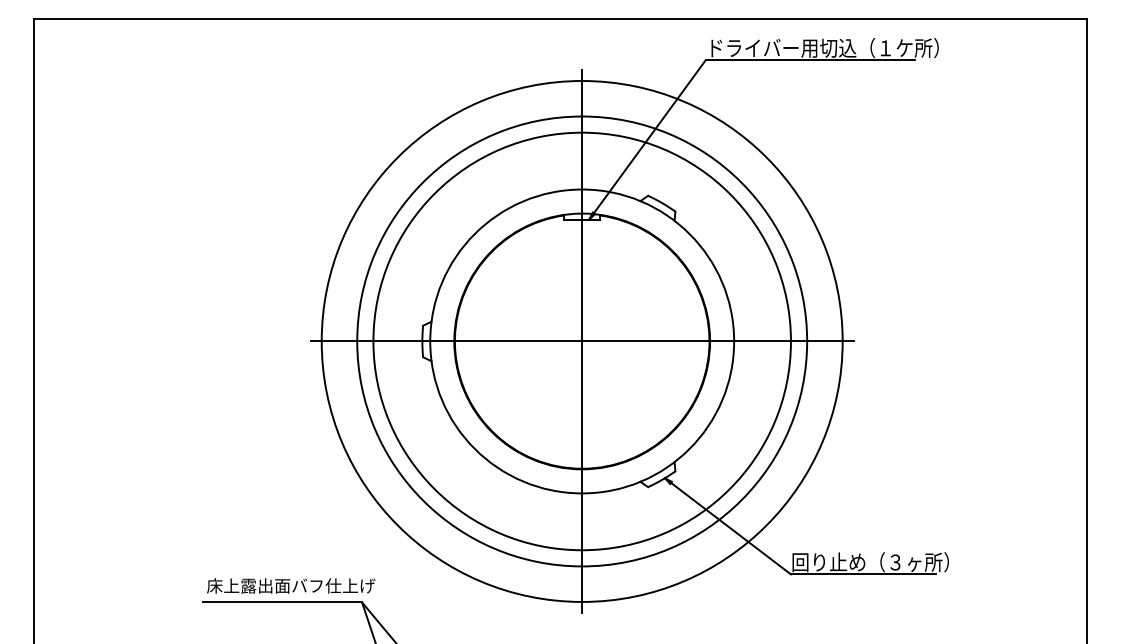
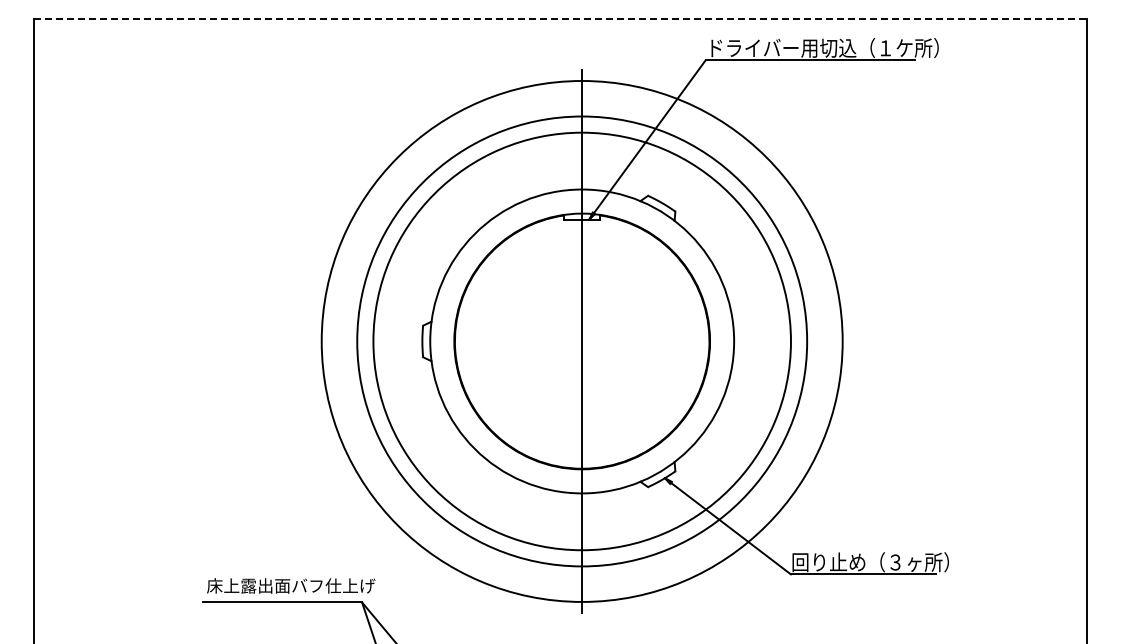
line at (560, 19): solid -> dashed
line at (581, 341): present -> none
